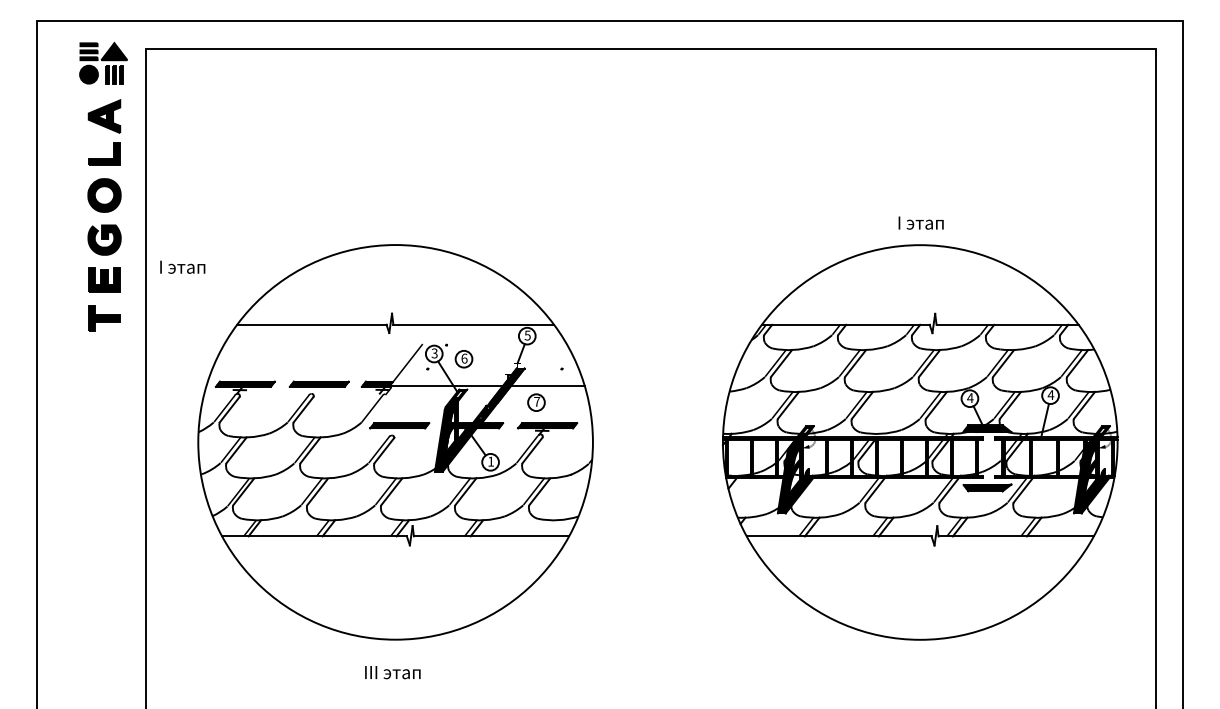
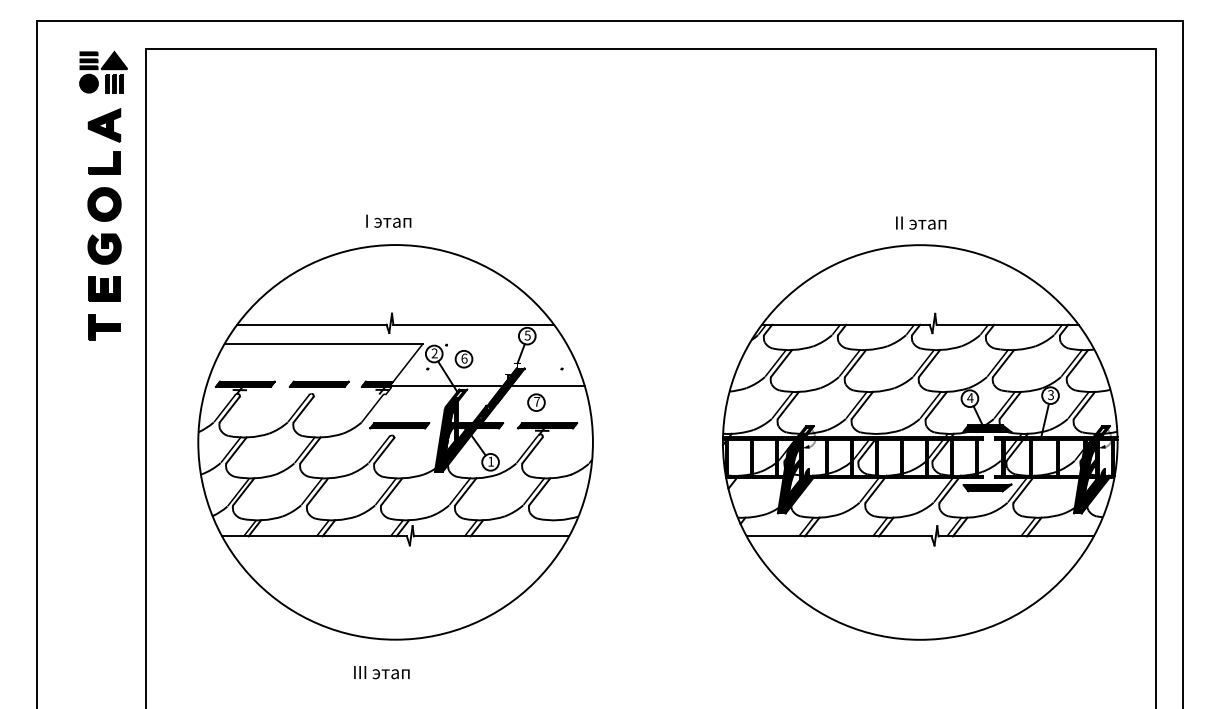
part at (103, 186) position: (103, 186) -> (103, 195)
text at (921, 222): I этап -> II этап
text at (182, 266) position: (182, 266) -> (388, 220)
line at (323, 344): none -> present
text at (434, 353): 3 -> 2
text at (1050, 395): 4 -> 3
text at (392, 672) position: (392, 672) -> (381, 672)
